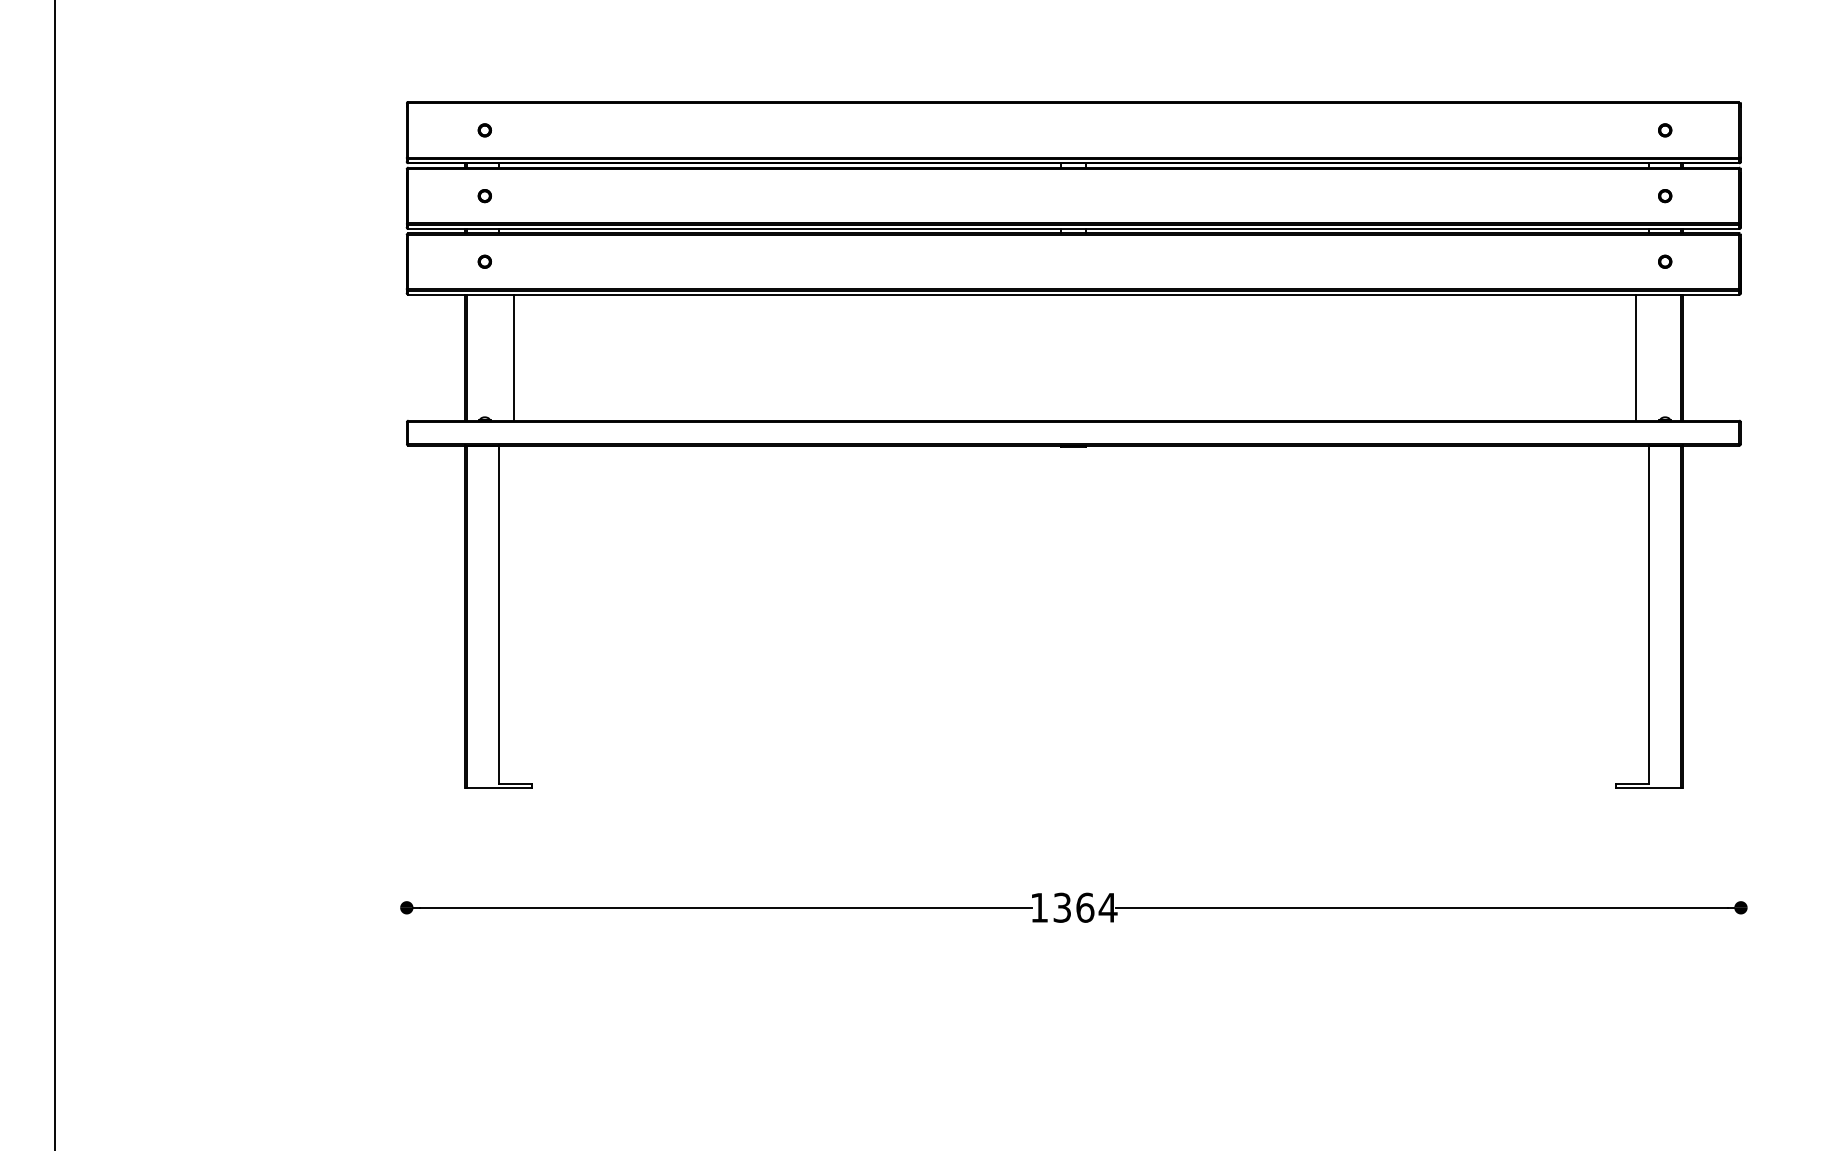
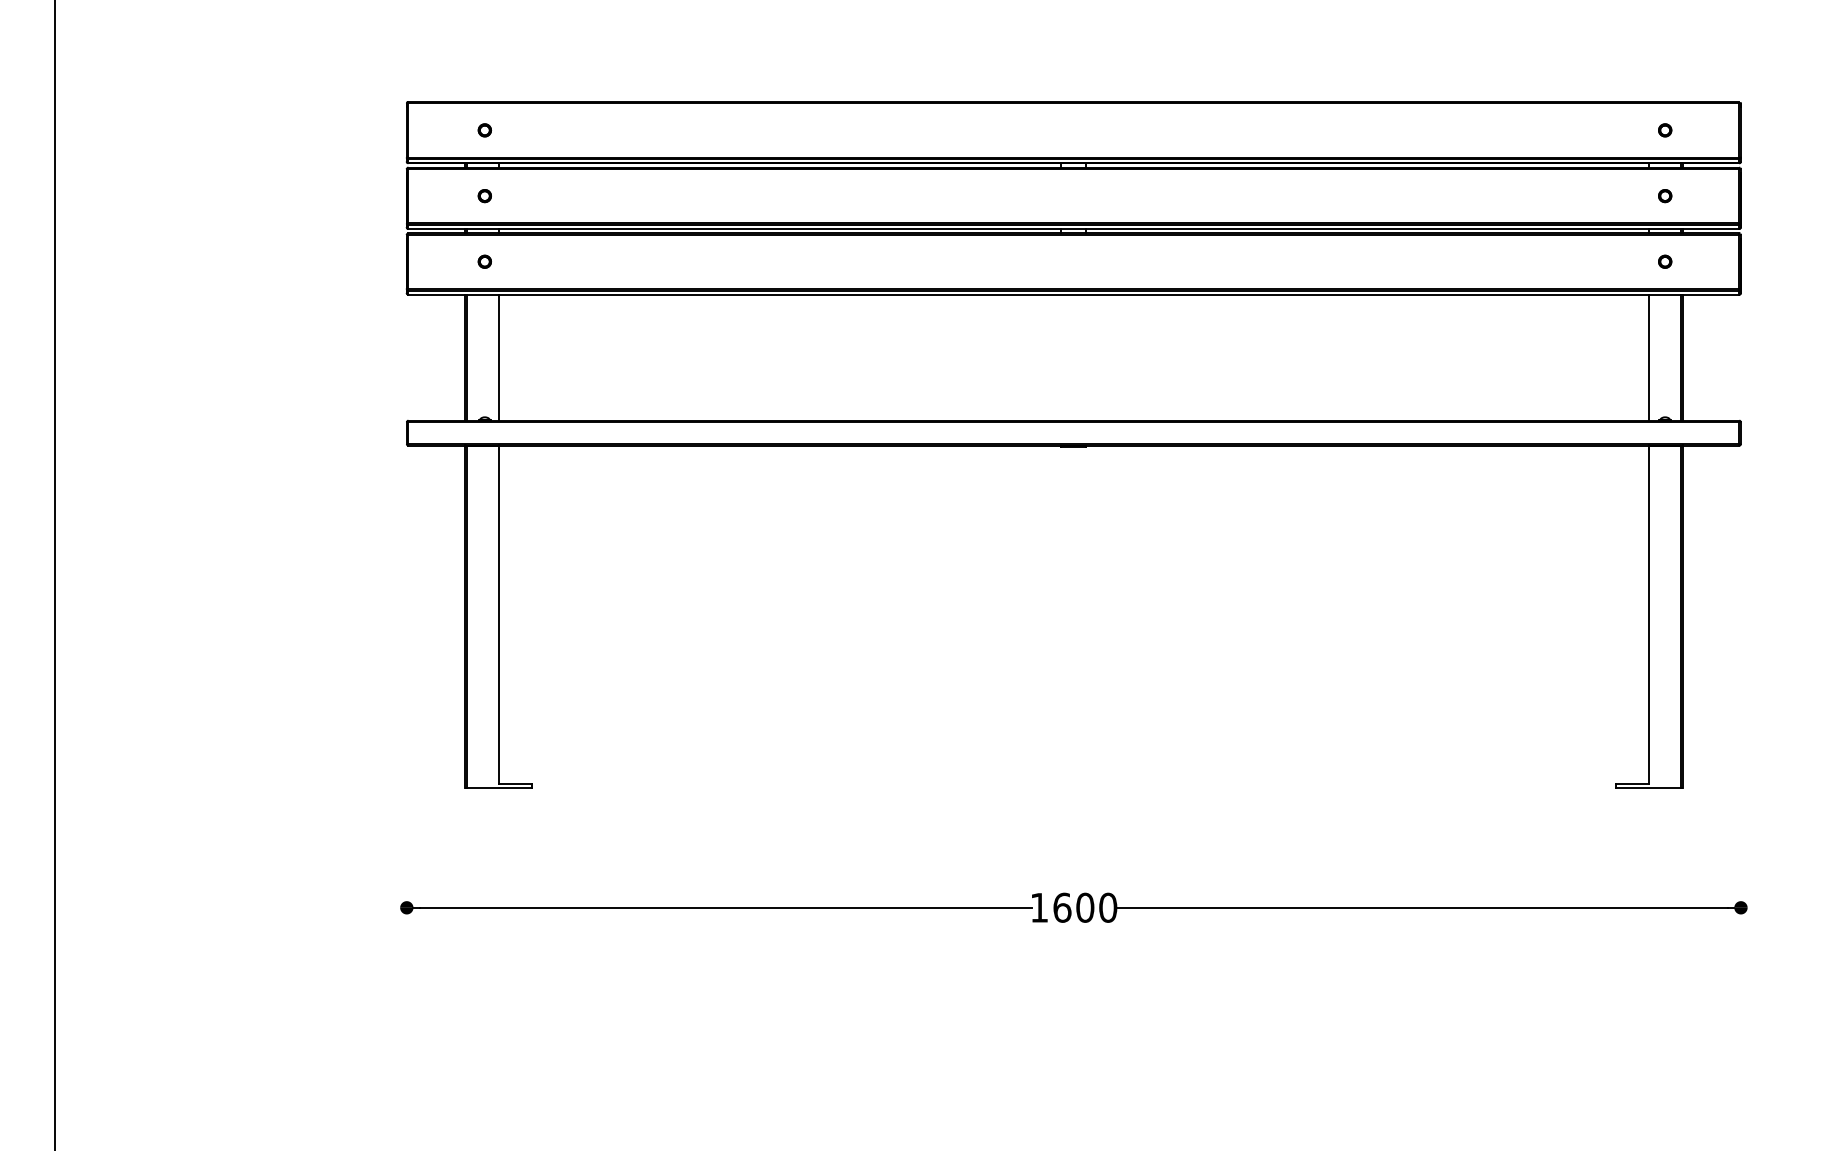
line at (513, 357) position: (513, 357) -> (498, 357)
line at (1636, 357) position: (1636, 357) -> (1649, 357)
text at (1085, 907): 1364 -> 1600
